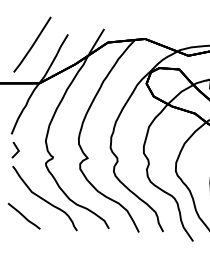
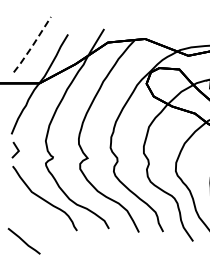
line at (32, 45): solid -> dashed
line at (23, 215) position: (23, 215) -> (23, 240)
